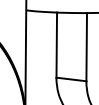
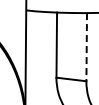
line at (86, 47): solid -> dashed
